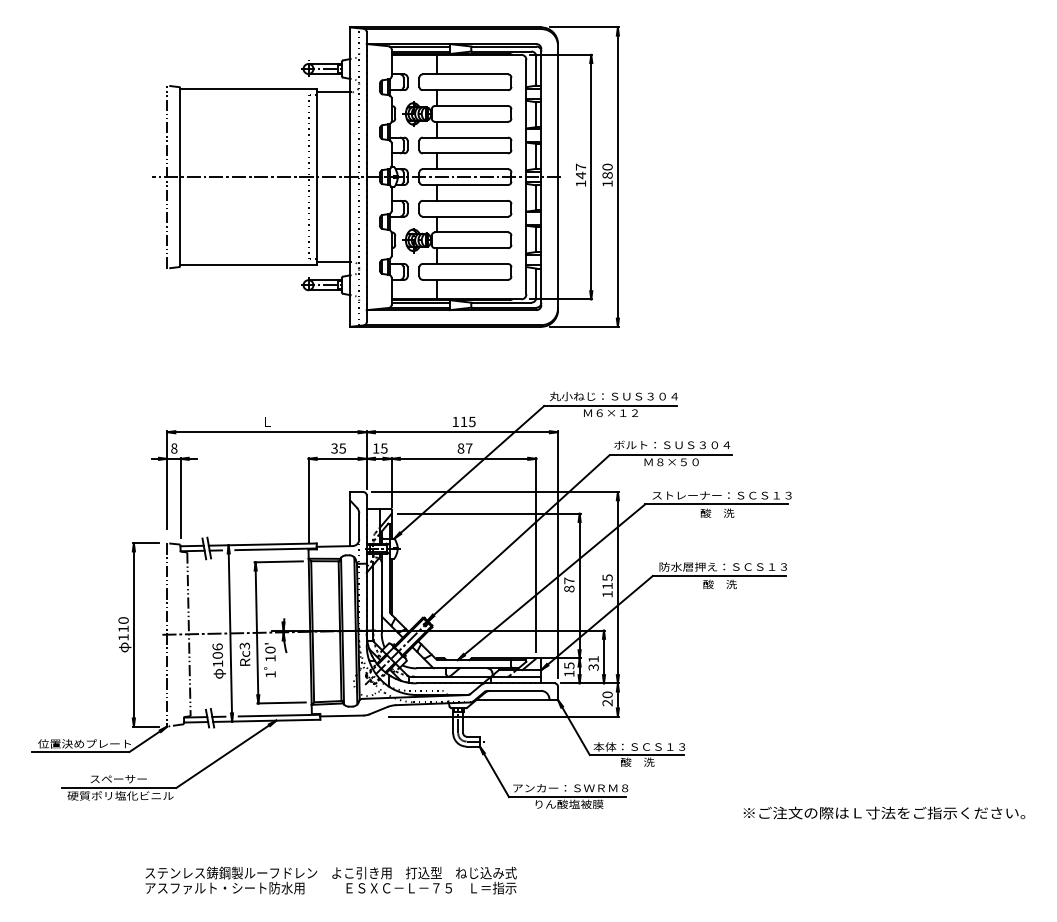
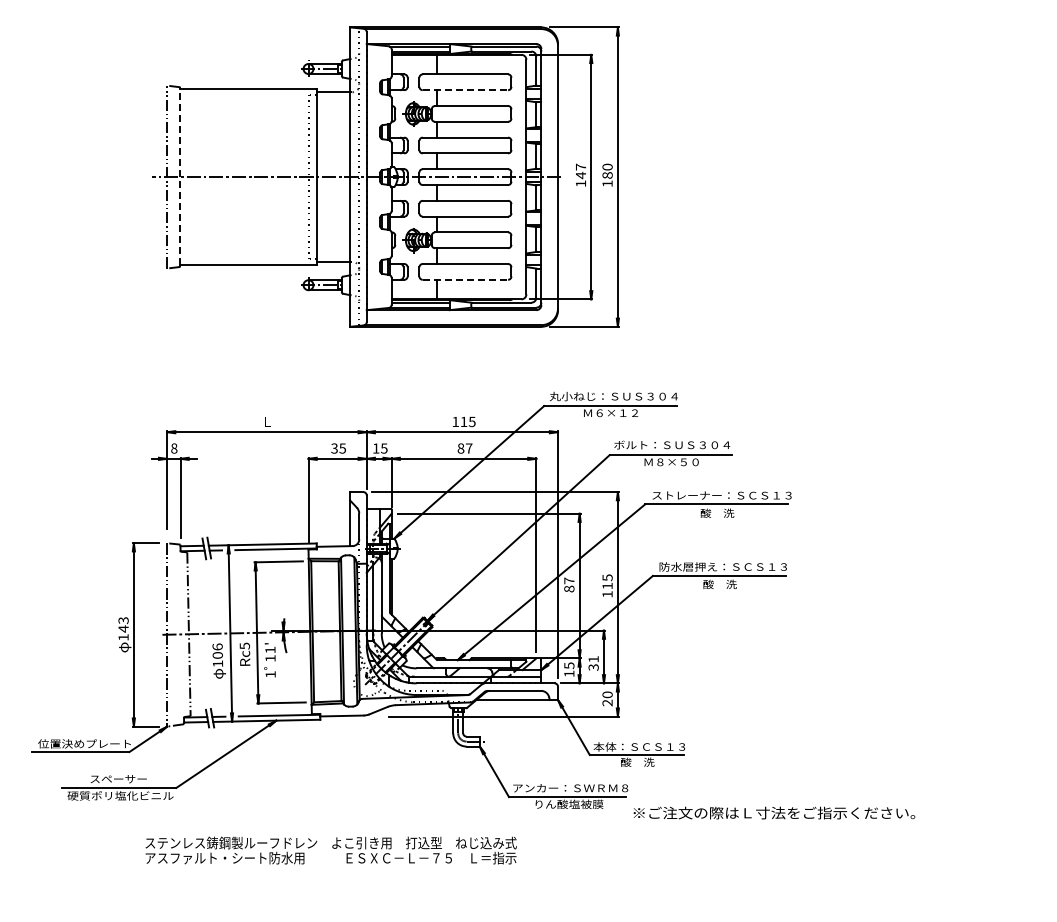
line at (465, 90): solid -> dashed
line at (180, 176): solid -> dashed
line at (465, 279): solid -> dashed
text at (123, 624): 110 -> 143
text at (243, 645): Rc3 -> Rc5
text at (270, 649): 10' -> 11'
text at (884, 812) position: (884, 812) -> (774, 812)
text at (330, 880) position: (330, 880) -> (330, 850)
